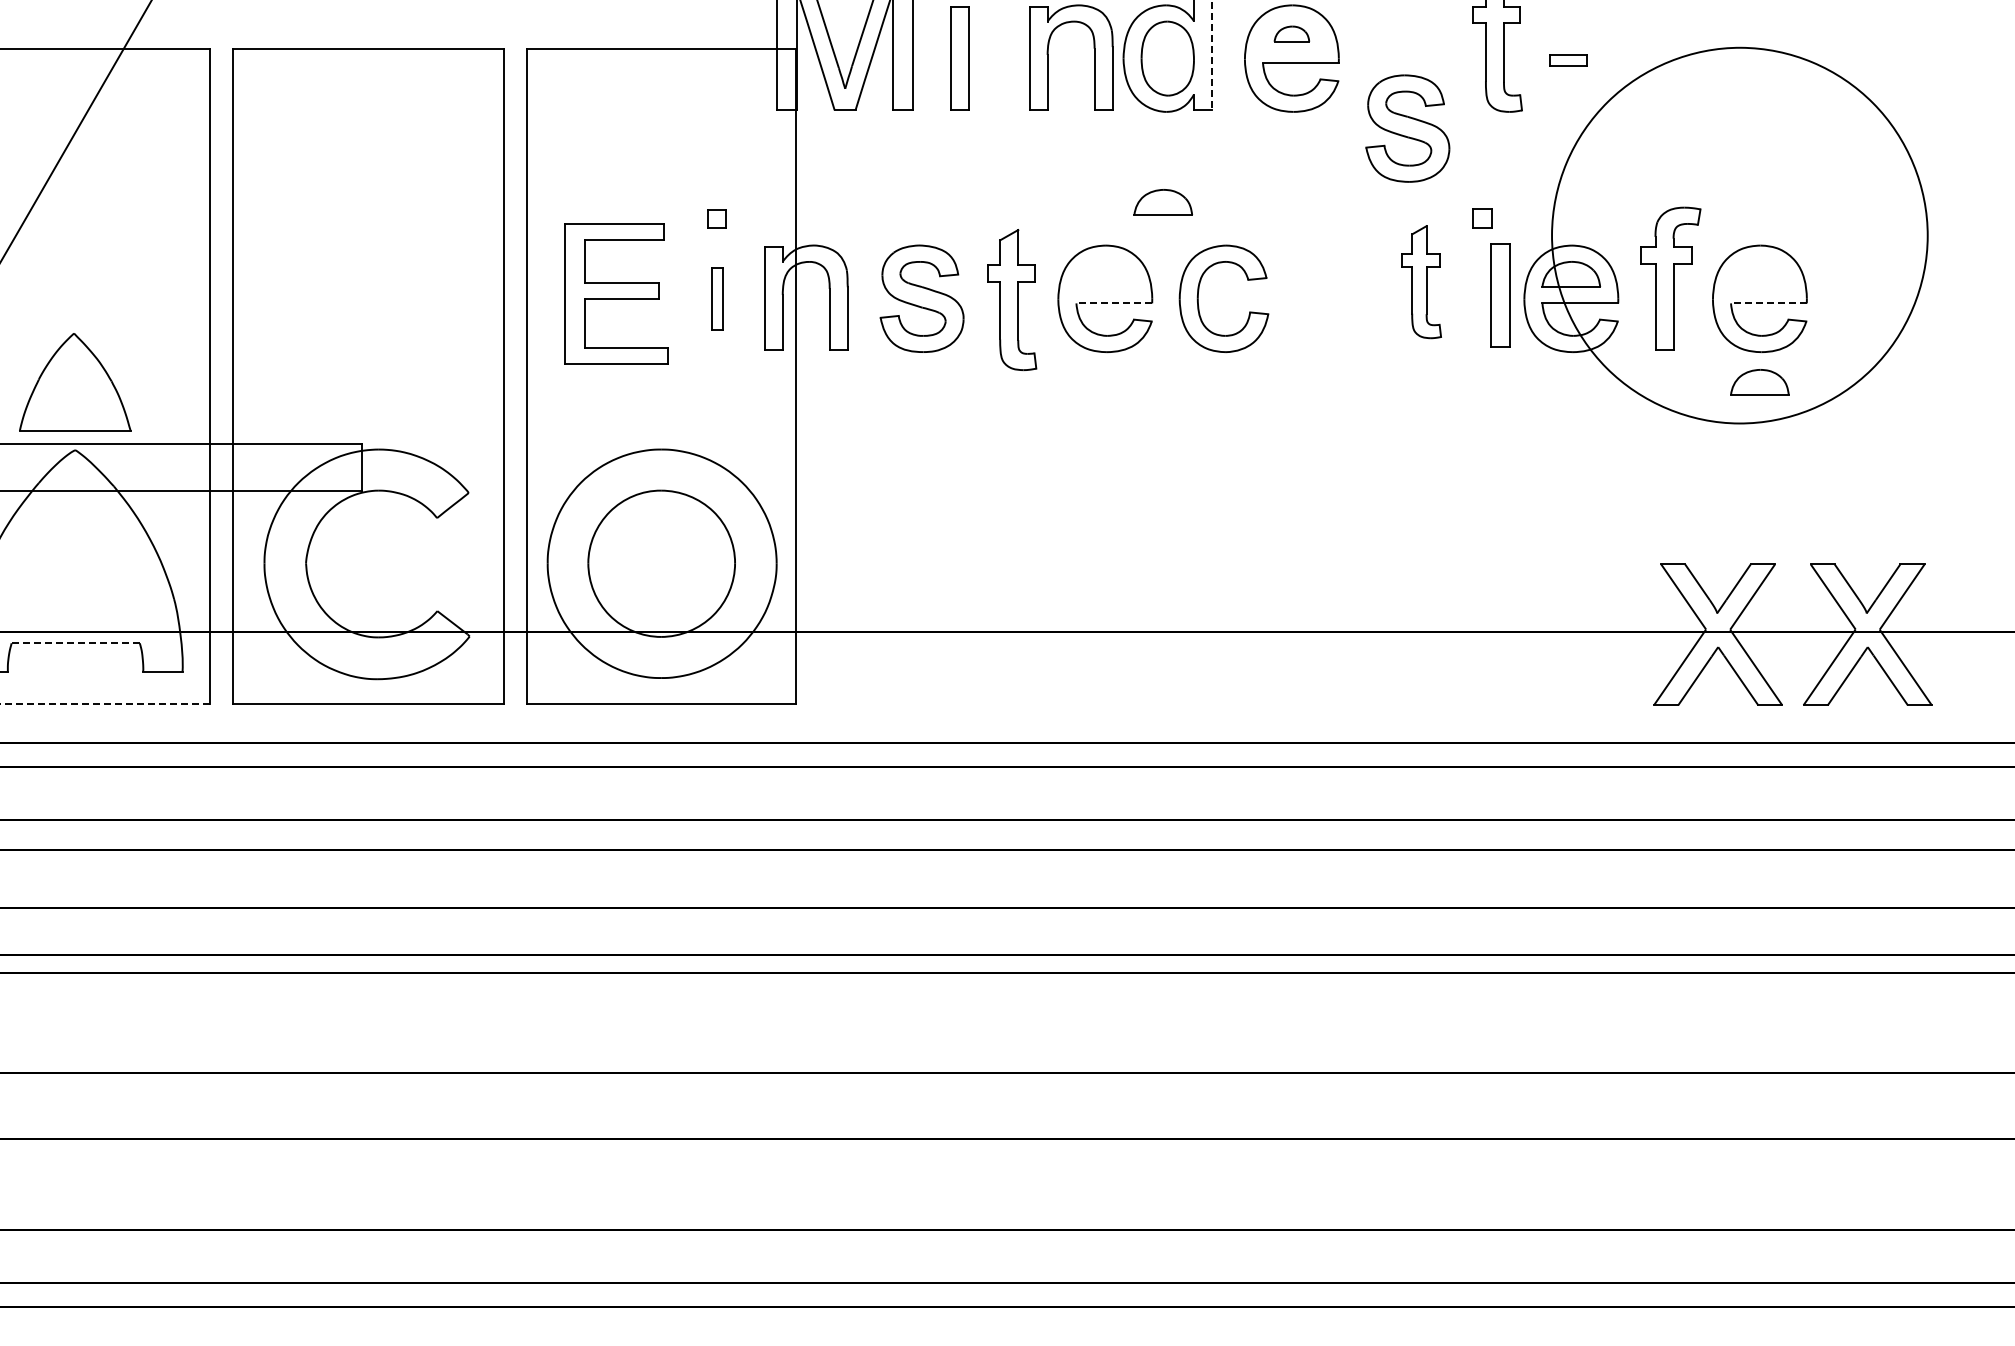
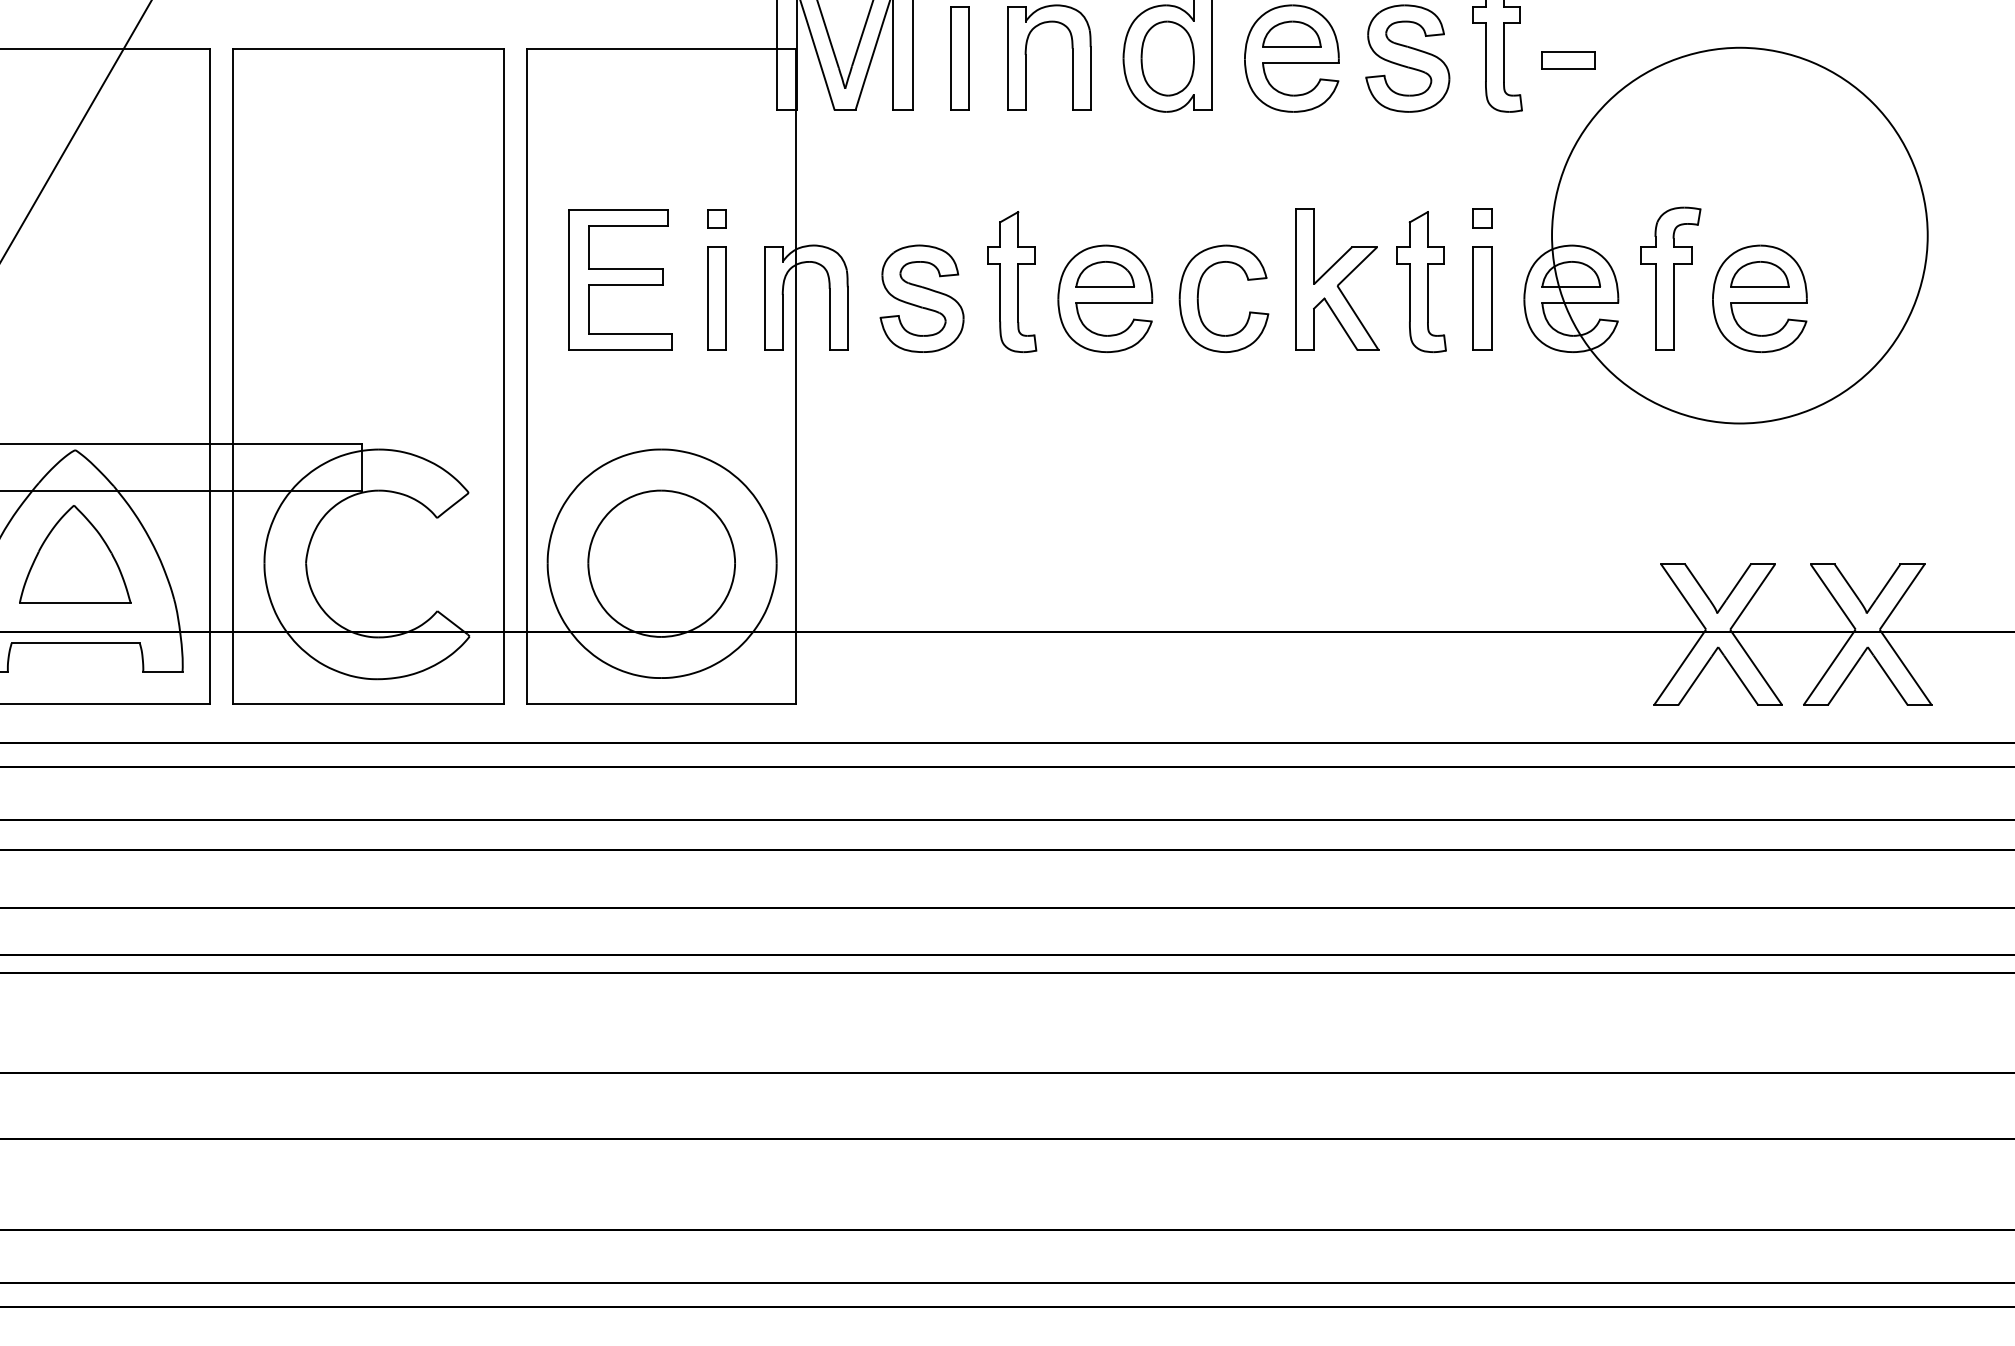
part at (1291, 33) size: 38x18 px -> 60x28 px
line at (1212, 55): dashed -> solid
part at (1048, 57) position: (1048, 57) -> (1026, 57)
part at (1568, 60) size: 39x13 px -> 55x19 px
part at (1407, 128) position: (1407, 128) -> (1407, 58)
part at (1162, 202) position: (1162, 202) -> (1104, 274)
part at (1337, 279): none -> present
part at (1421, 282) size: 41x115 px -> 51x143 px
part at (616, 293) position: (616, 293) -> (620, 279)
part at (1500, 295) position: (1500, 295) -> (1482, 298)
part at (717, 298) size: 13x64 px -> 20x105 px
part at (1012, 299) position: (1012, 299) -> (1012, 281)
line at (1114, 303): dashed -> solid
line at (1768, 303): dashed -> solid
part at (75, 382) position: (75, 382) -> (75, 554)
part at (1759, 382) position: (1759, 382) -> (1759, 274)
line at (75, 643): dashed -> solid
line at (105, 703): dashed -> solid
